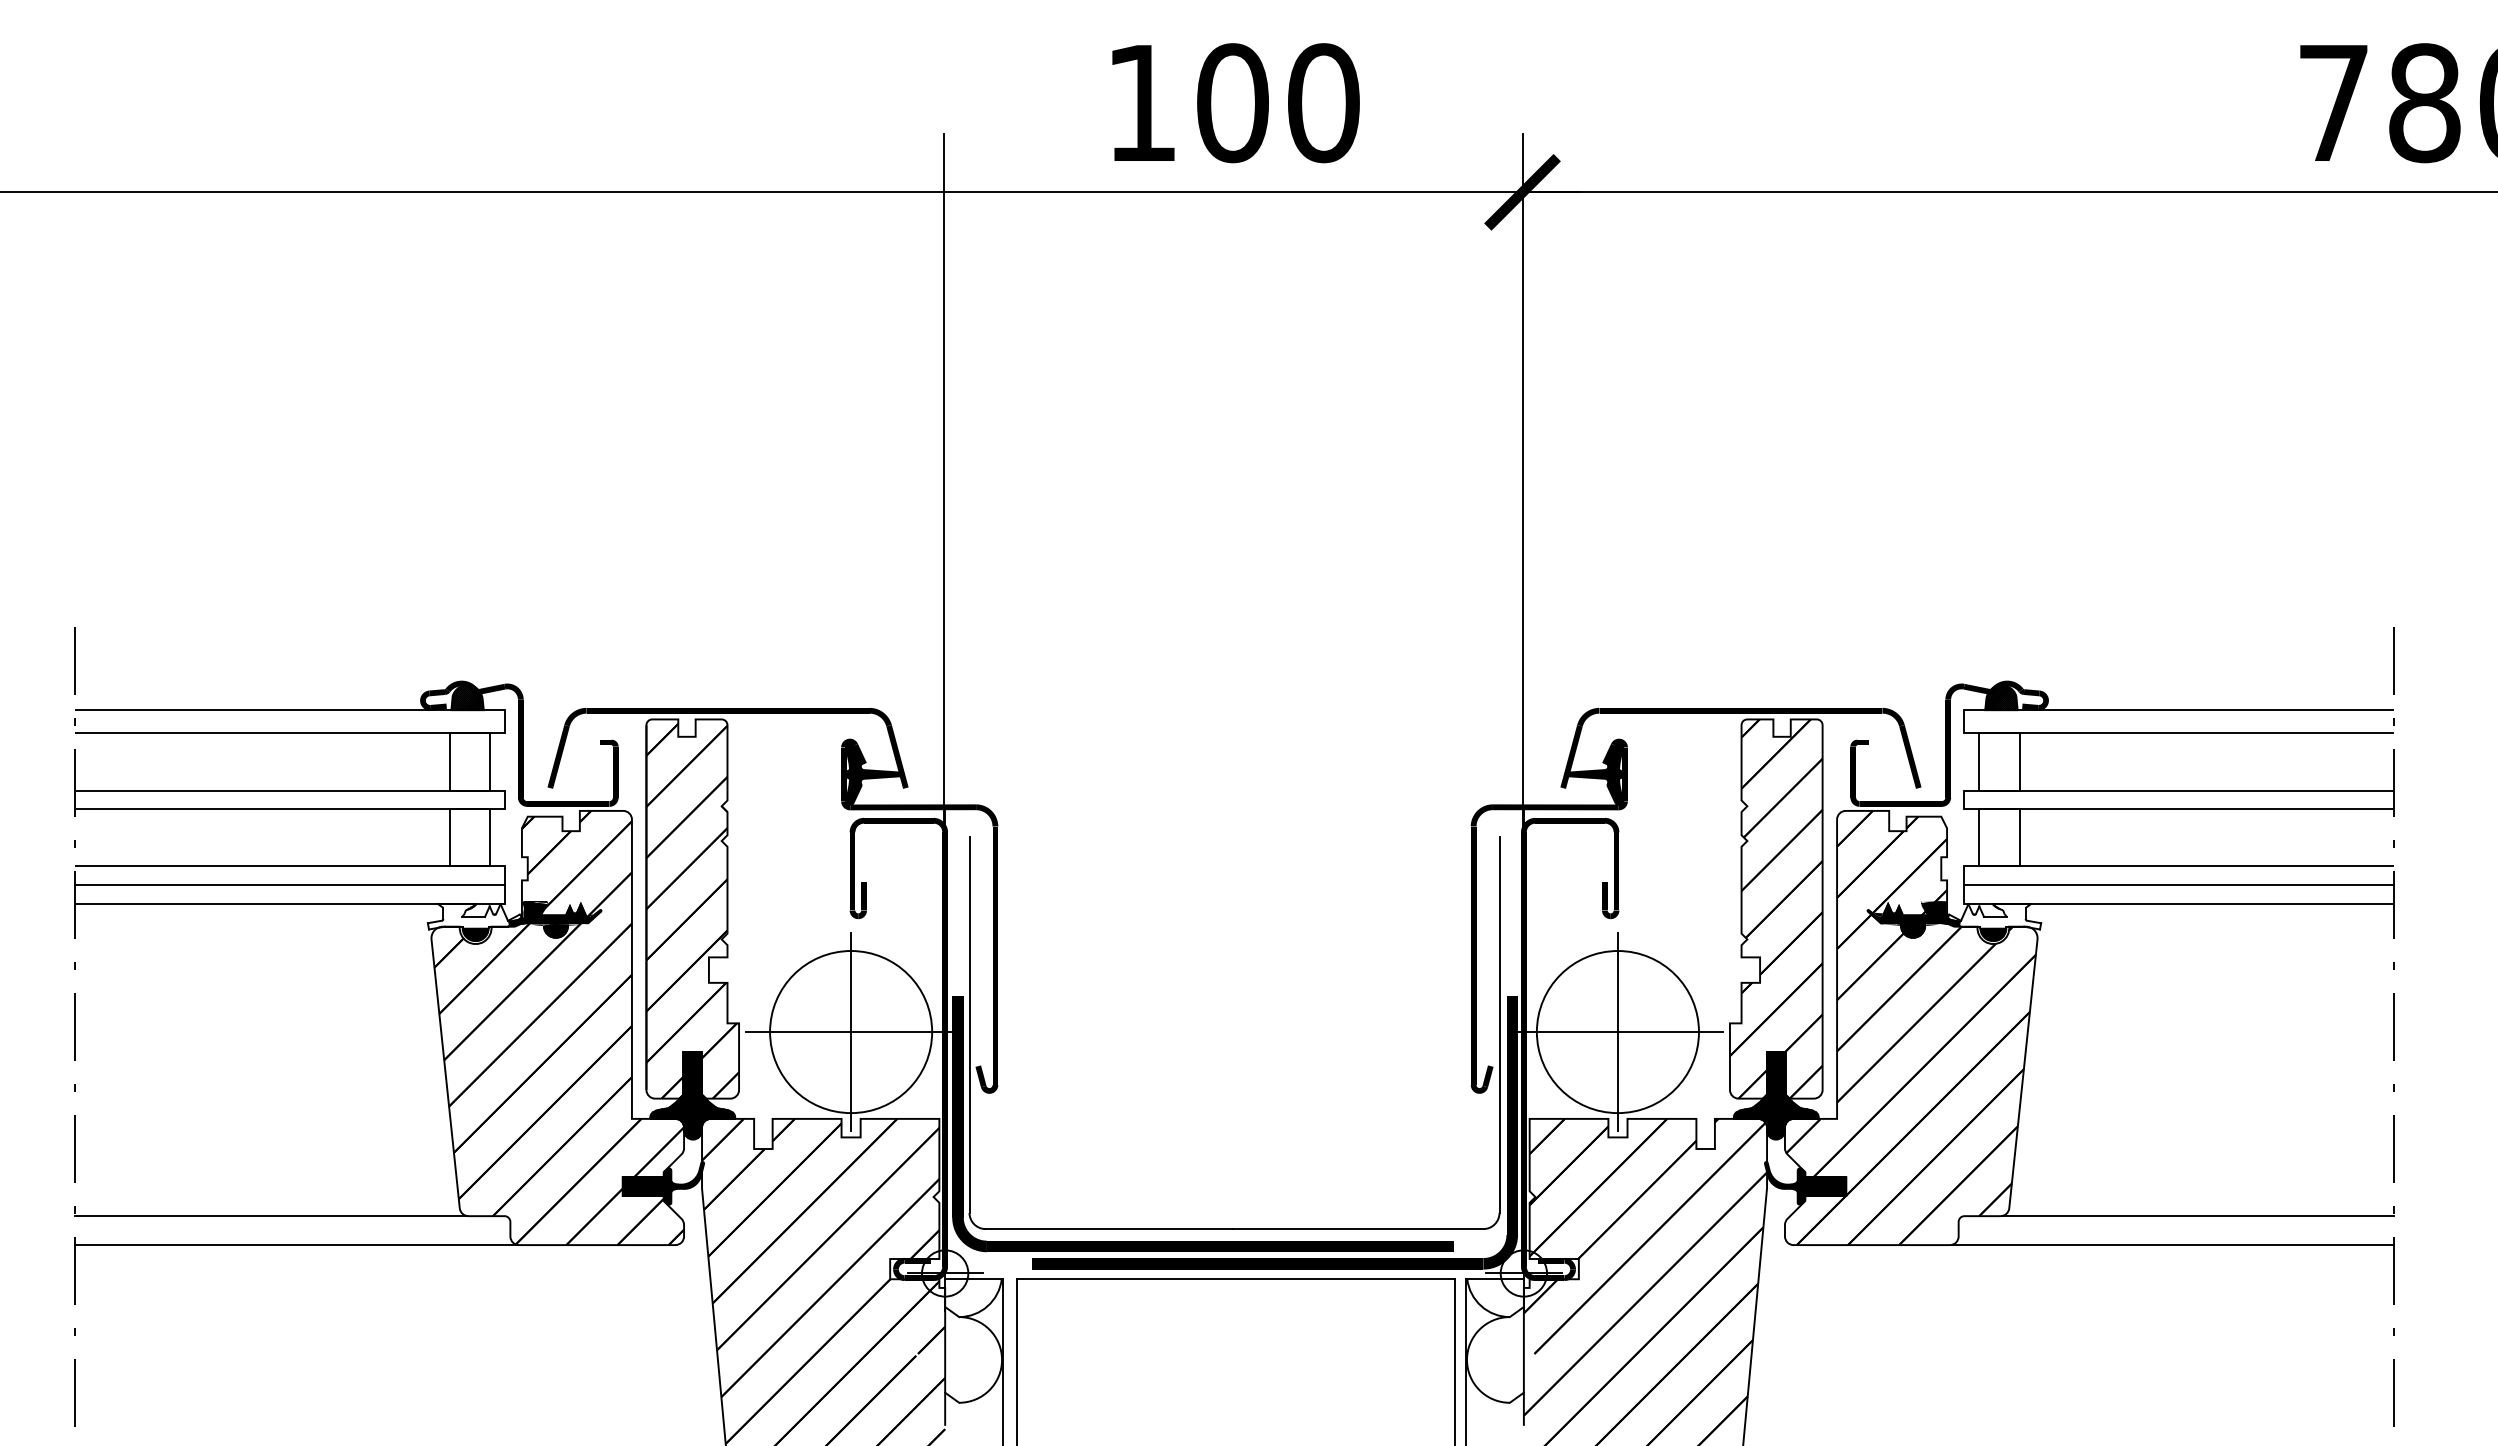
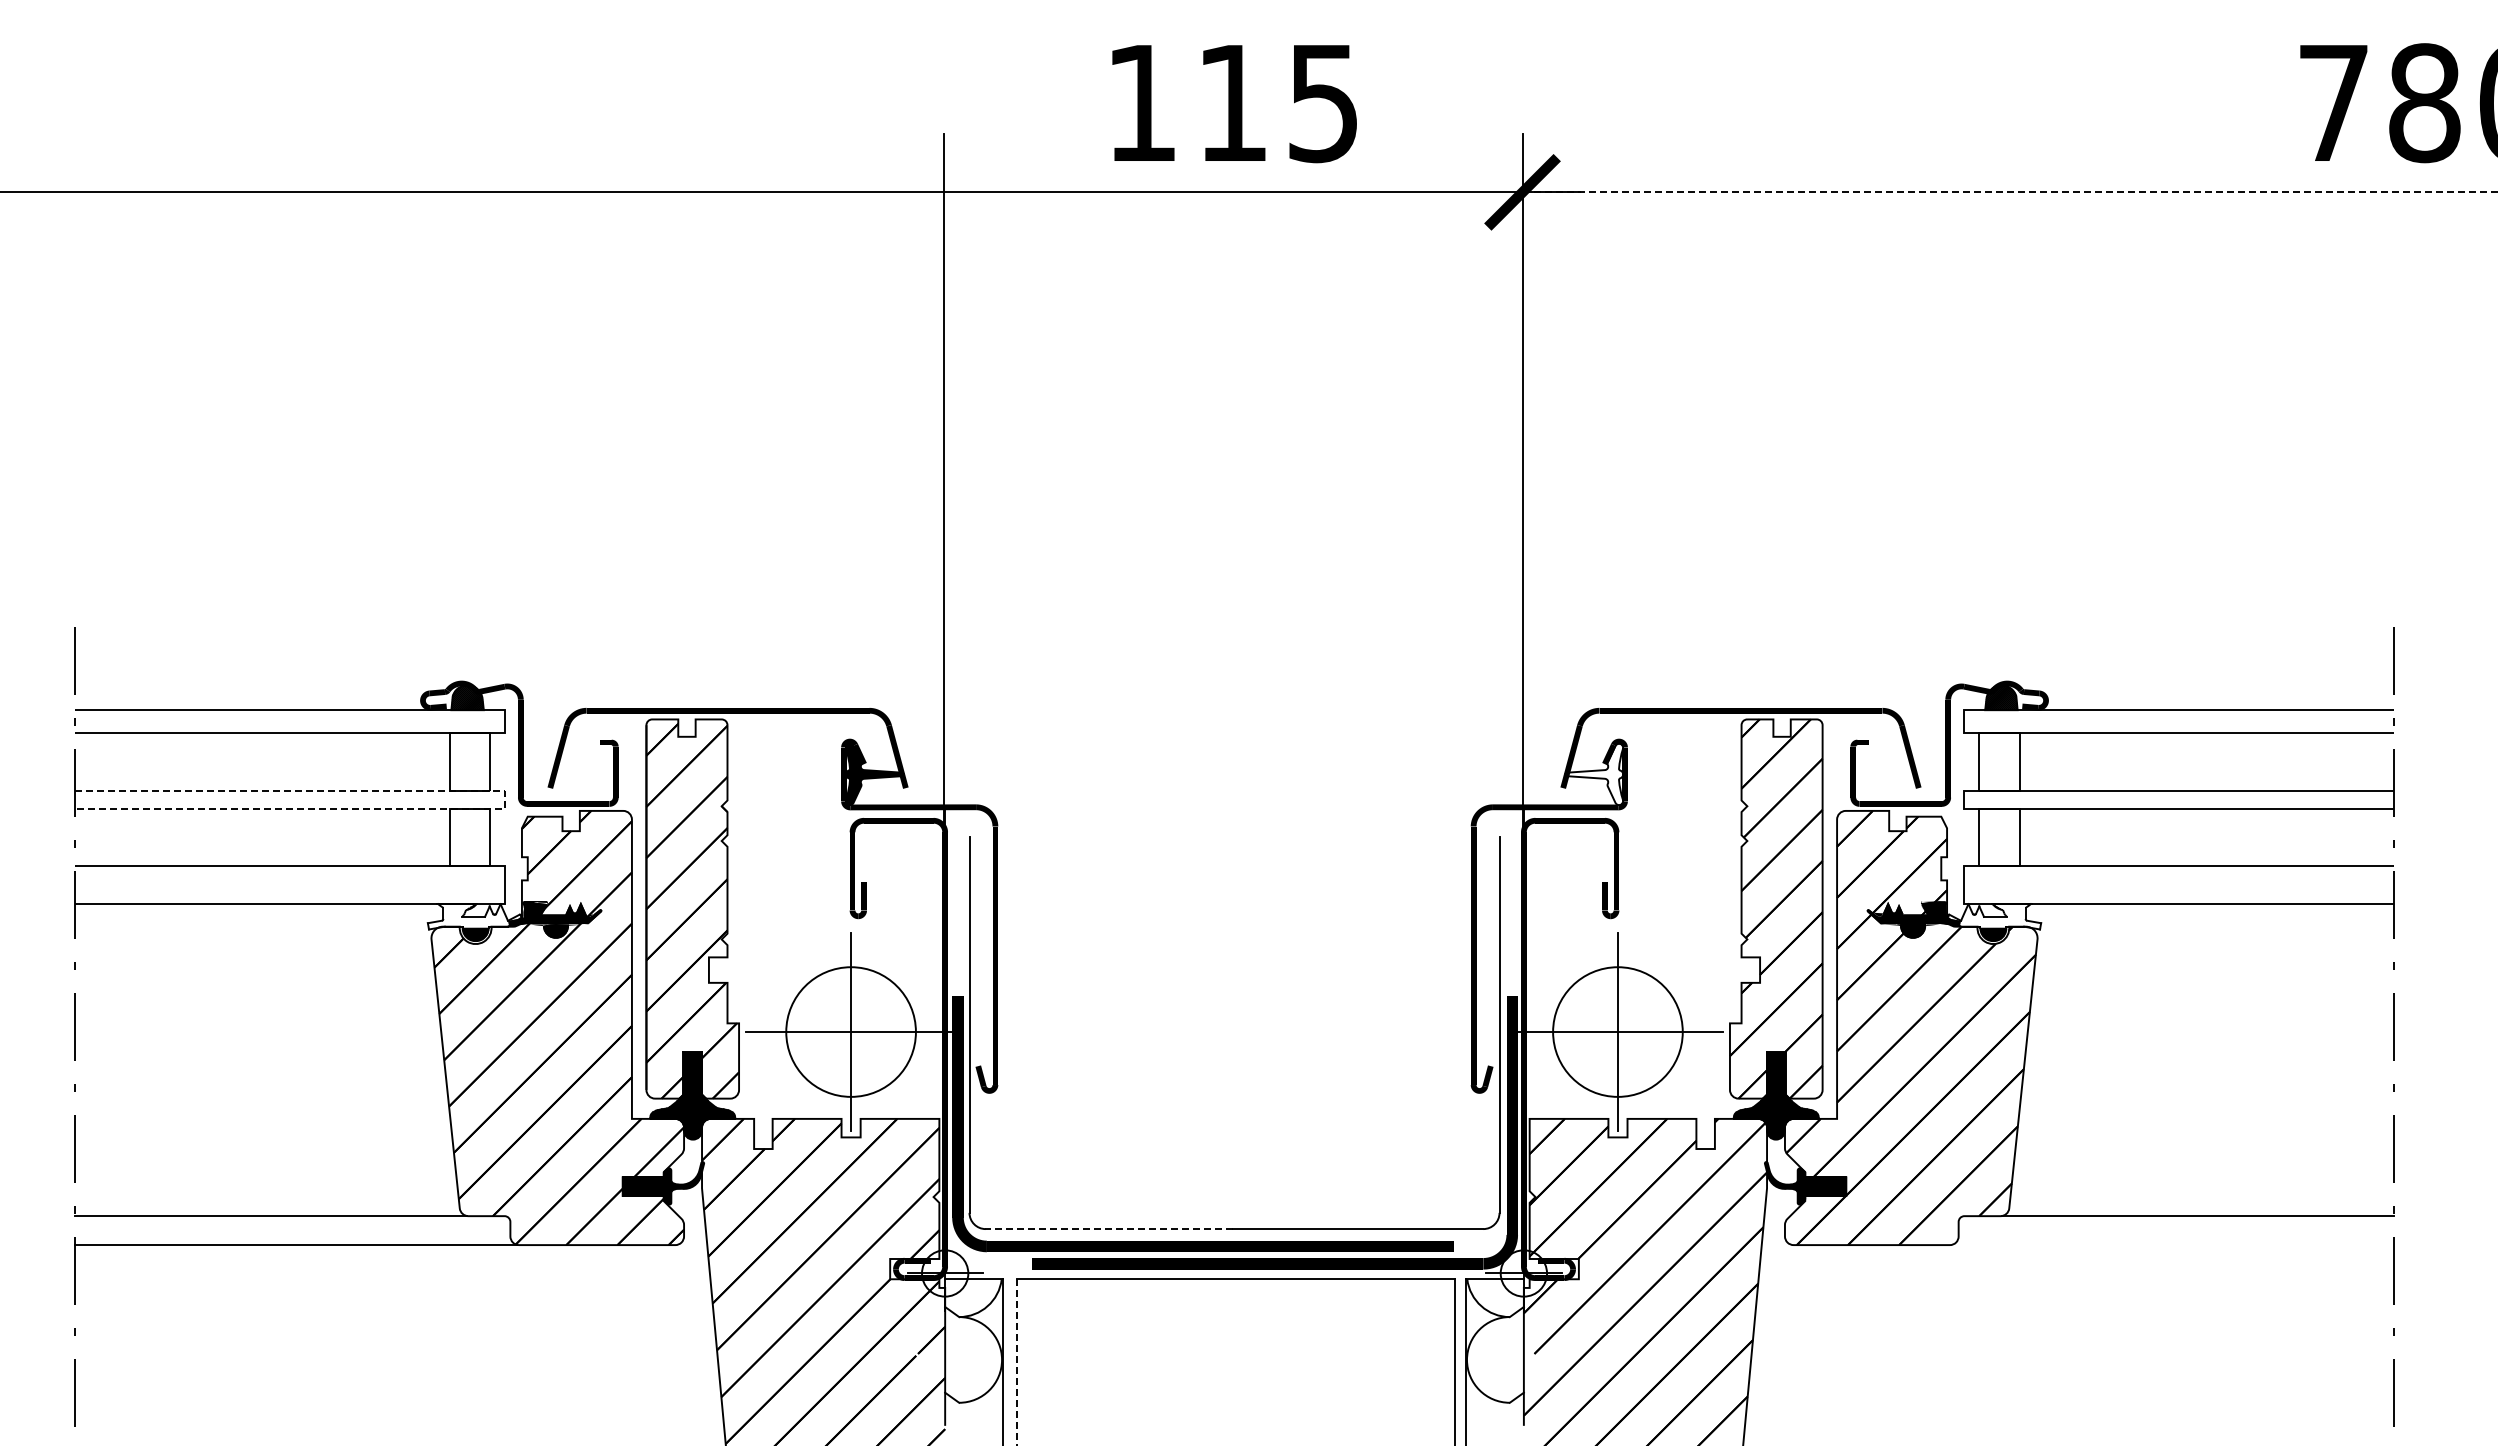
text at (1278, 103): 100 -> 115
line at (2010, 192): solid -> dashed
fill at (1594, 774): present -> none
line at (505, 799): solid -> dashed
line at (289, 885): present -> none
line at (2178, 885): present -> none
circle at (851, 1032) diameter: 162 px -> 130 px
circle at (1617, 1032) diameter: 162 px -> 130 px
line at (1108, 1229): solid -> dashed
line at (2172, 1245): present -> none
line at (1016, 1363): solid -> dashed
